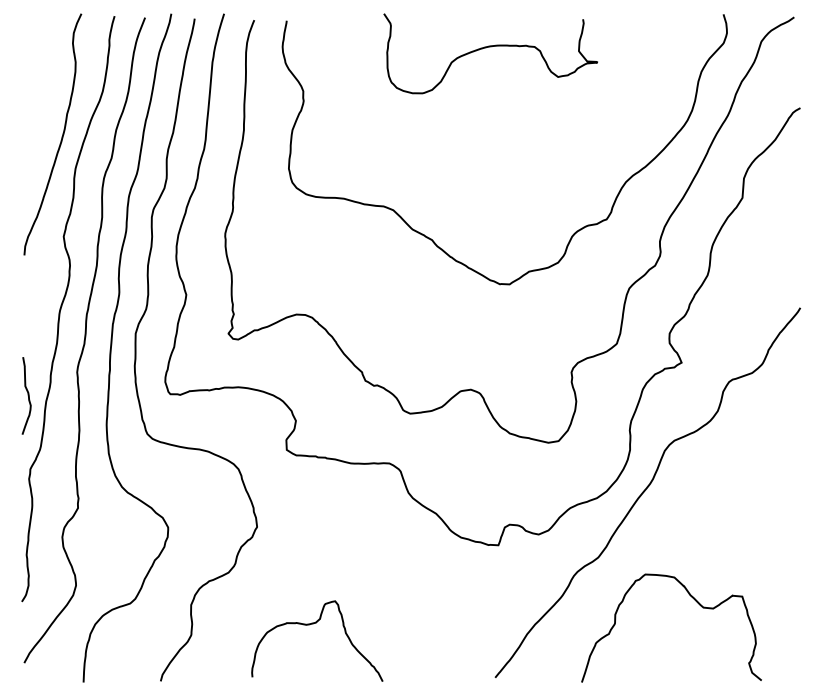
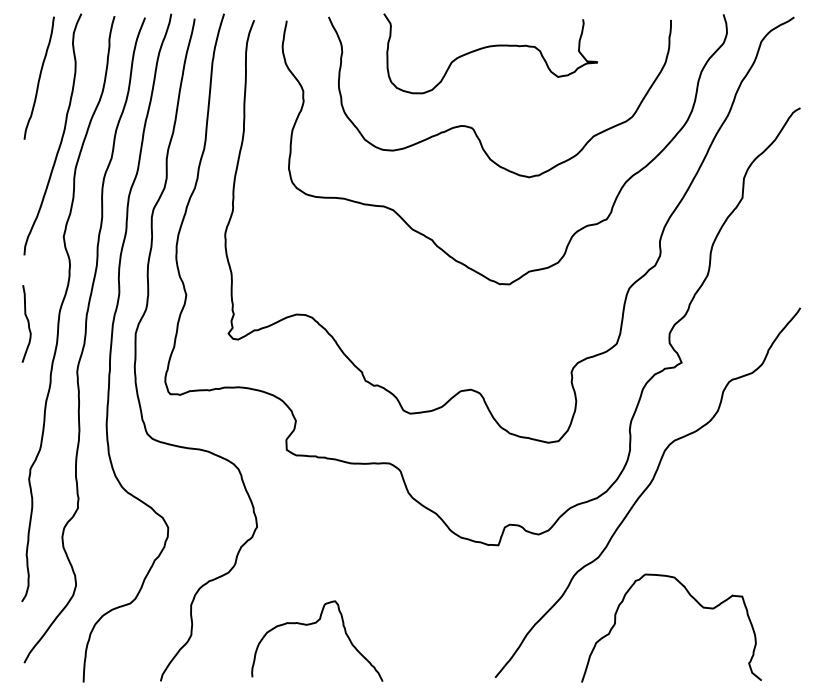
curve at (38, 77): none -> present
curve at (472, 127): none -> present
curve at (27, 395) position: (27, 395) -> (27, 323)
